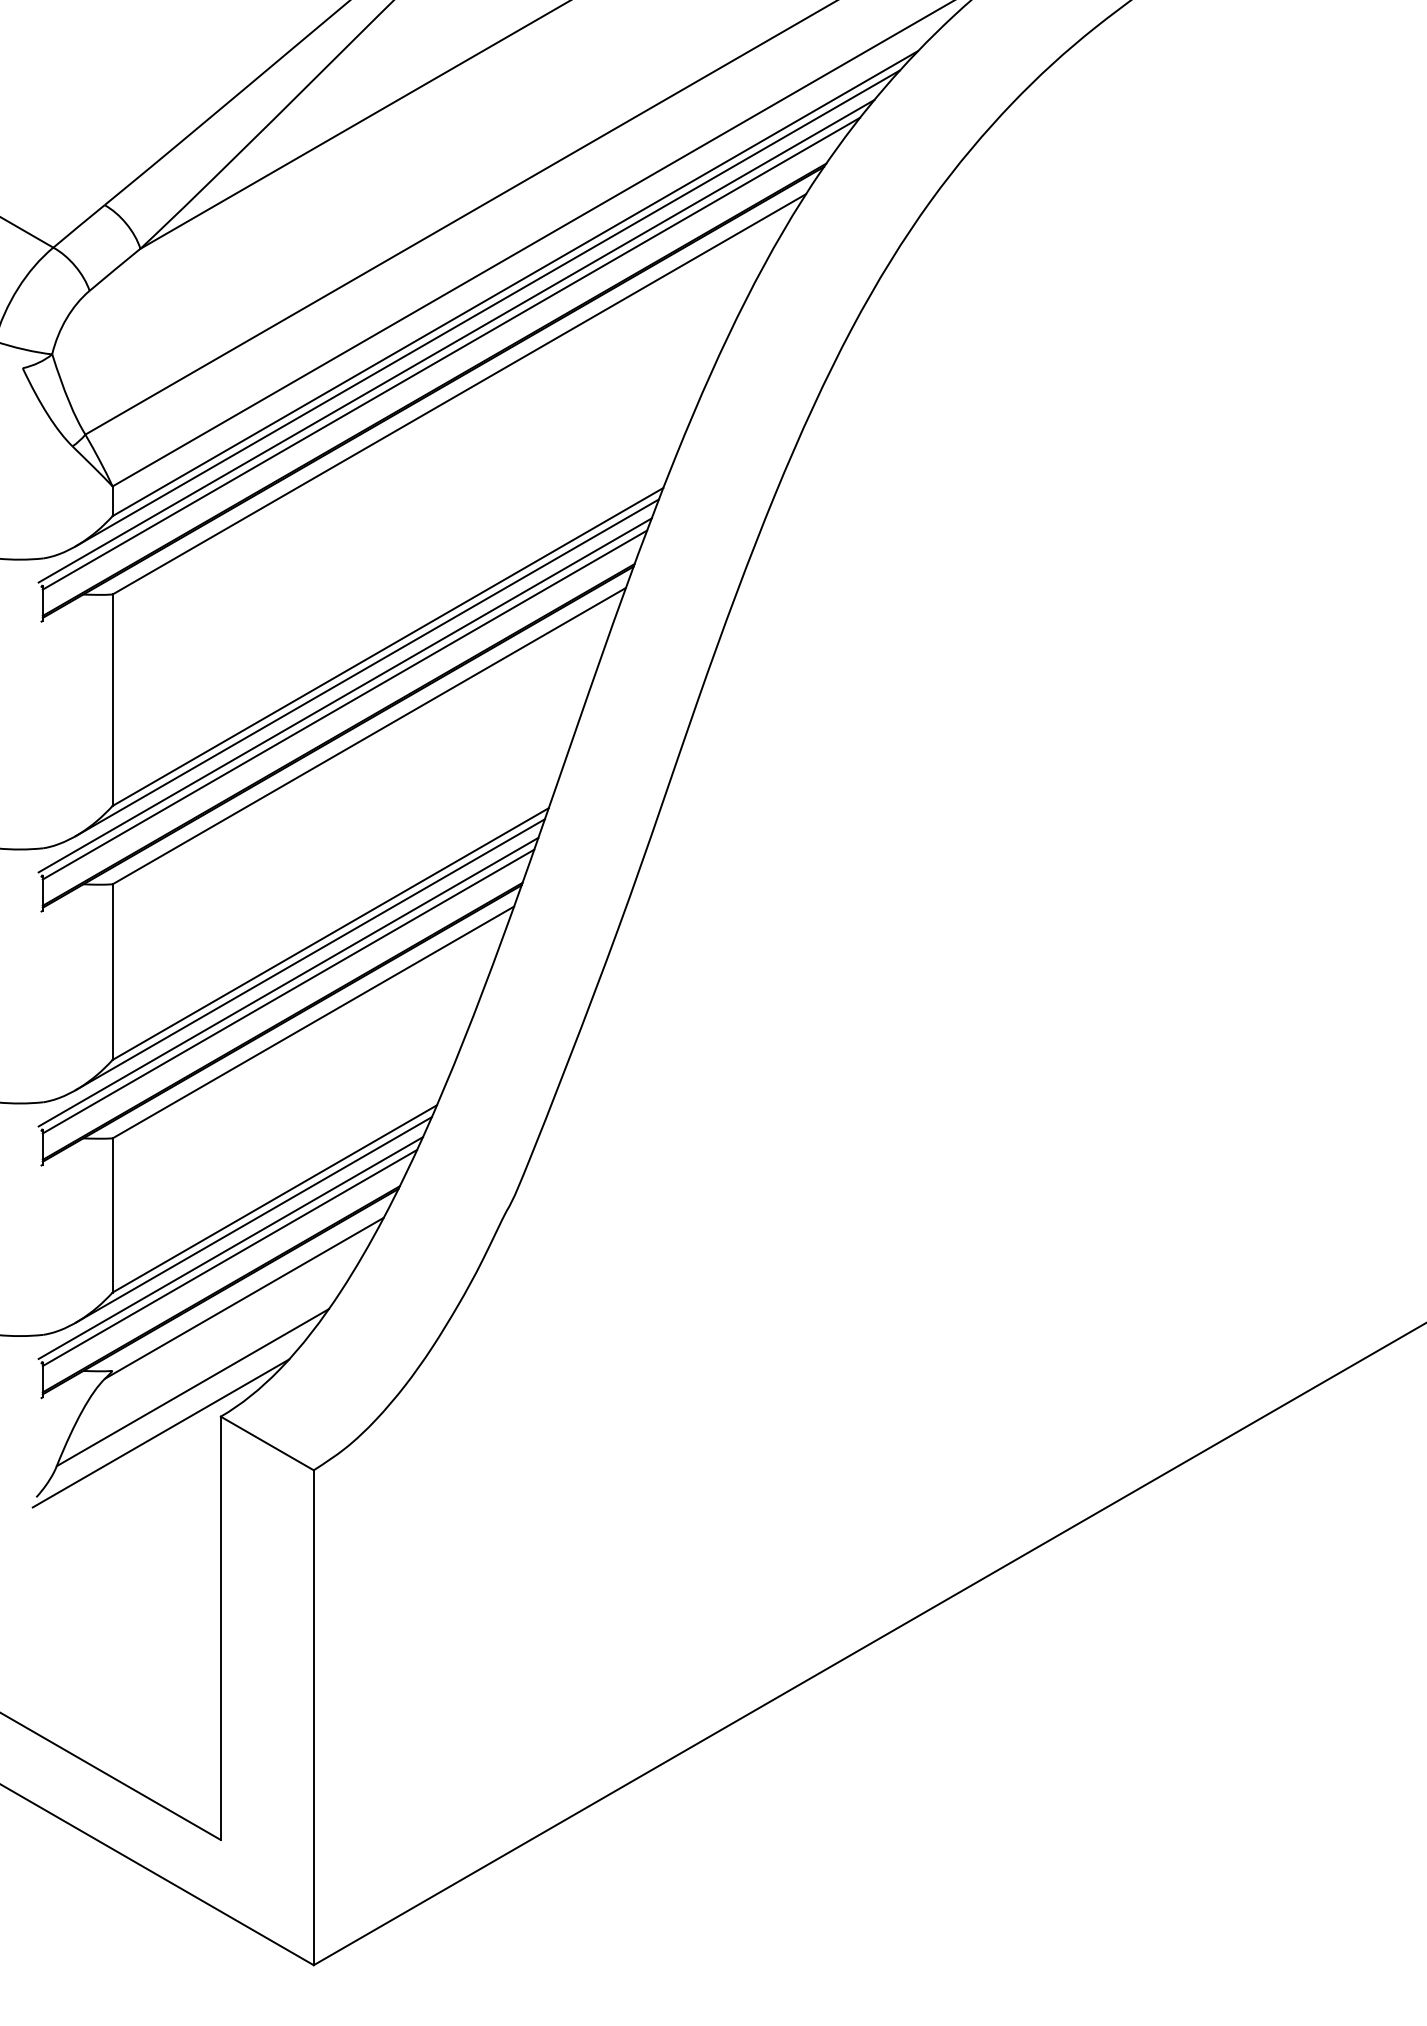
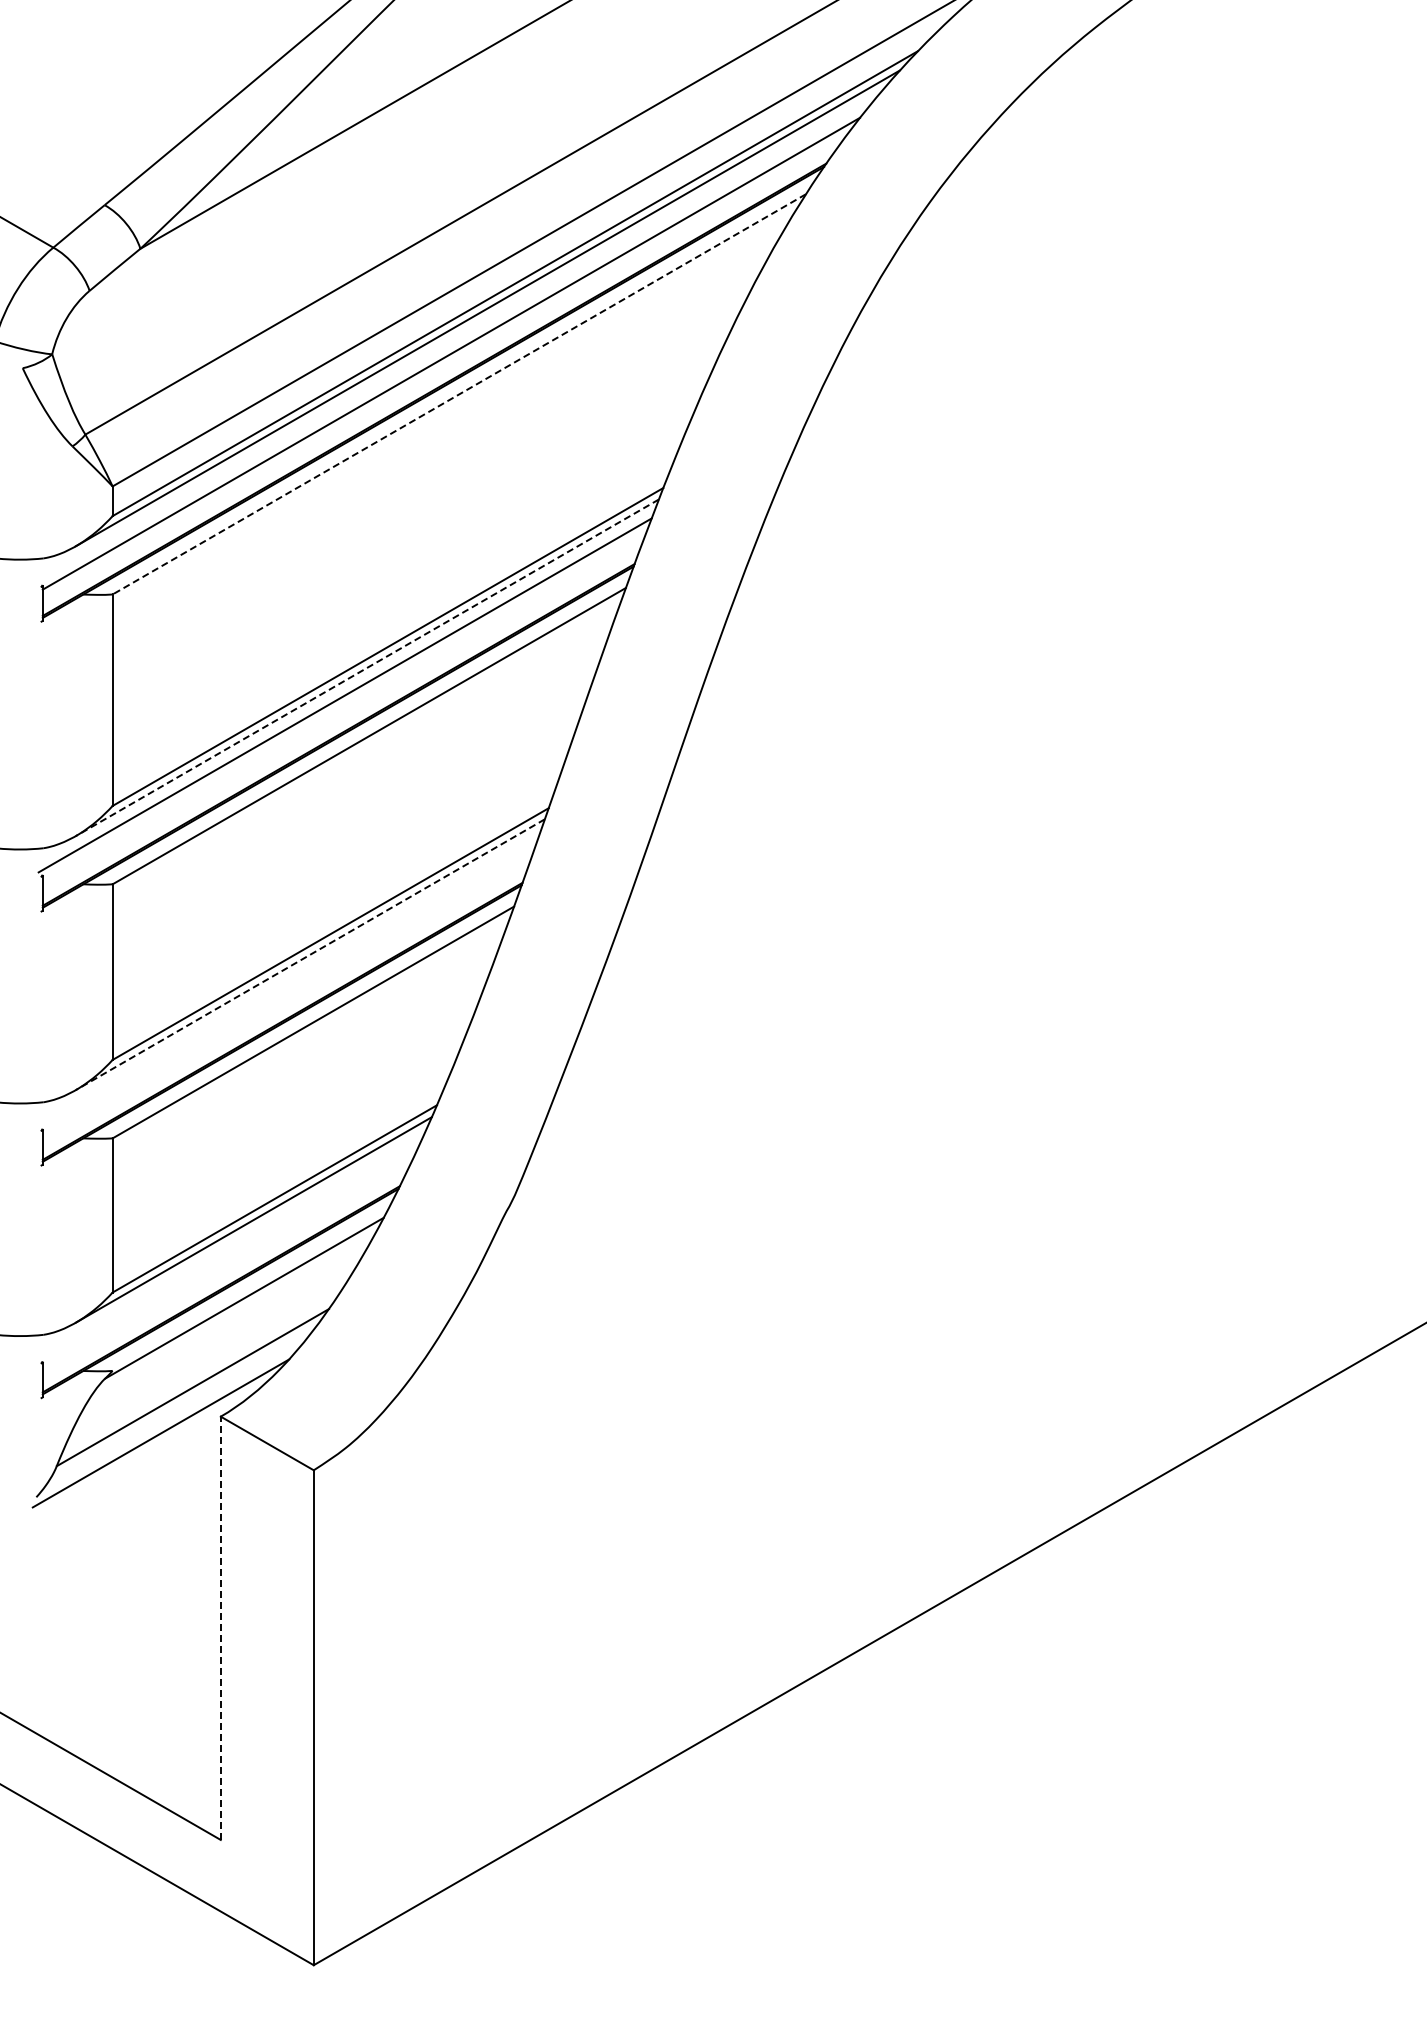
line at (456, 341): present -> none
line at (458, 394): solid -> dashed
line at (367, 667): solid -> dashed
line at (344, 704): present -> none
line at (310, 954): solid -> dashed
line at (288, 981): present -> none
line at (288, 991): present -> none
line at (230, 1247): present -> none
line at (229, 1257): present -> none
line at (220, 1628): solid -> dashed
